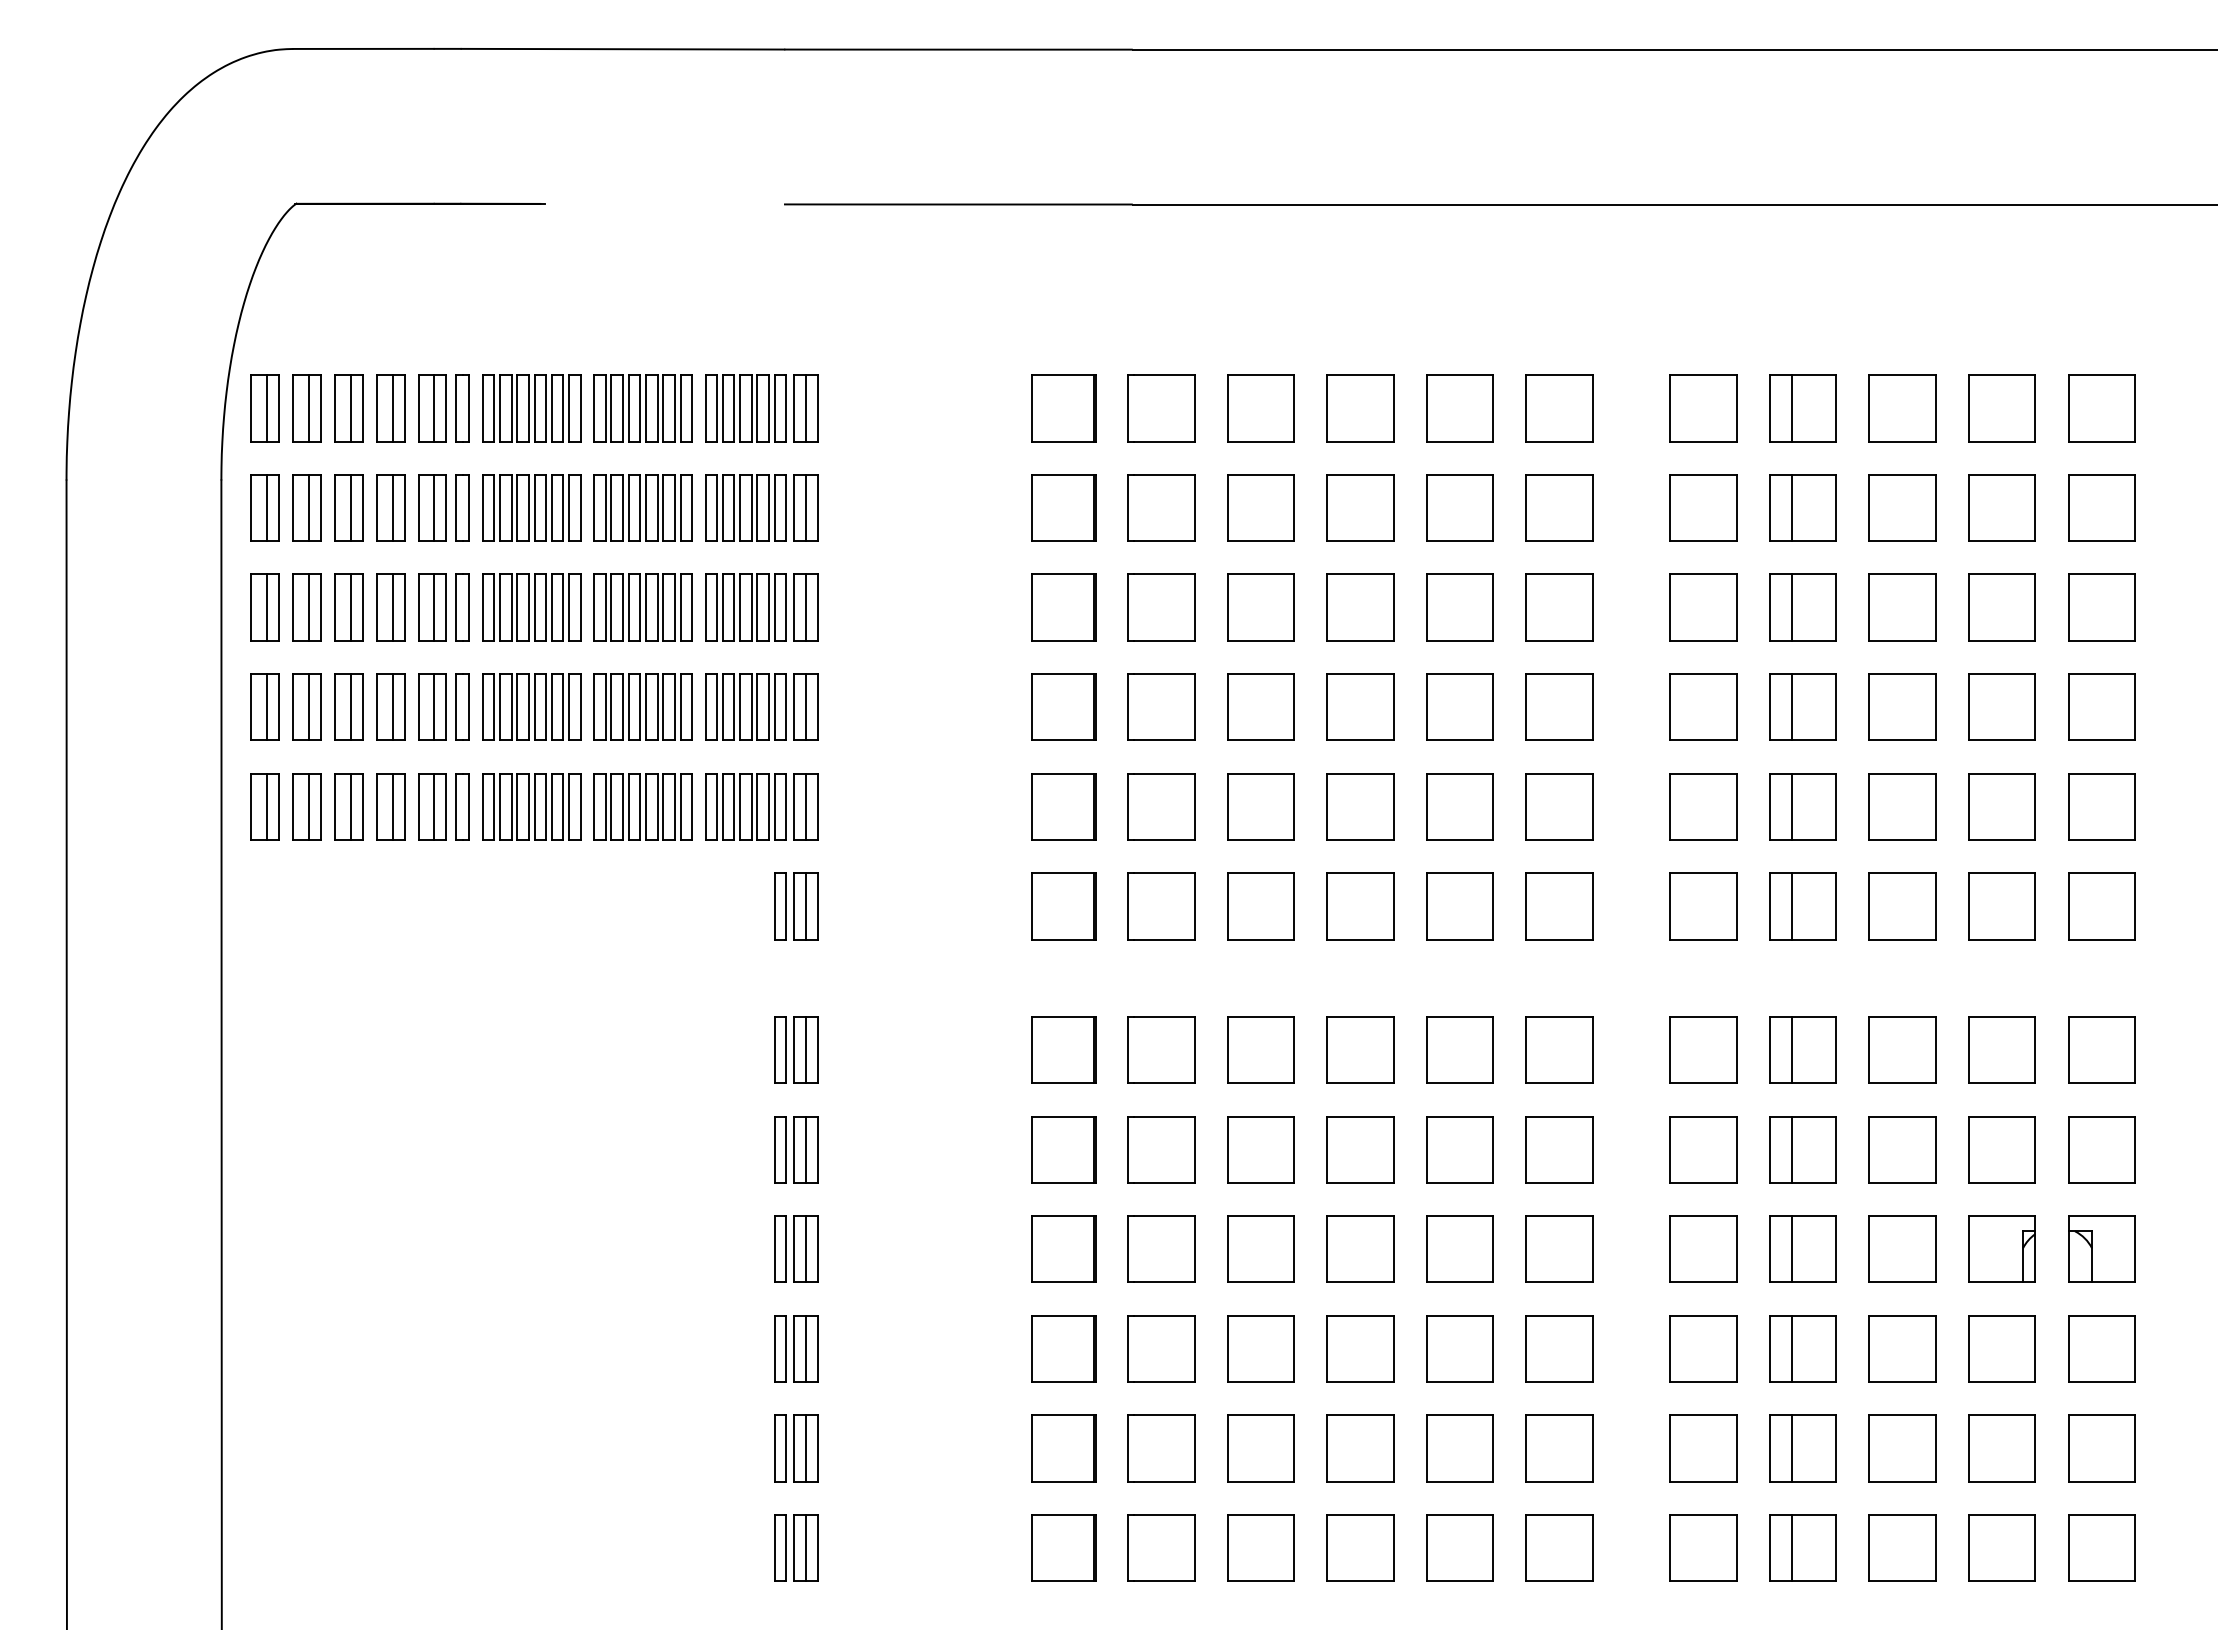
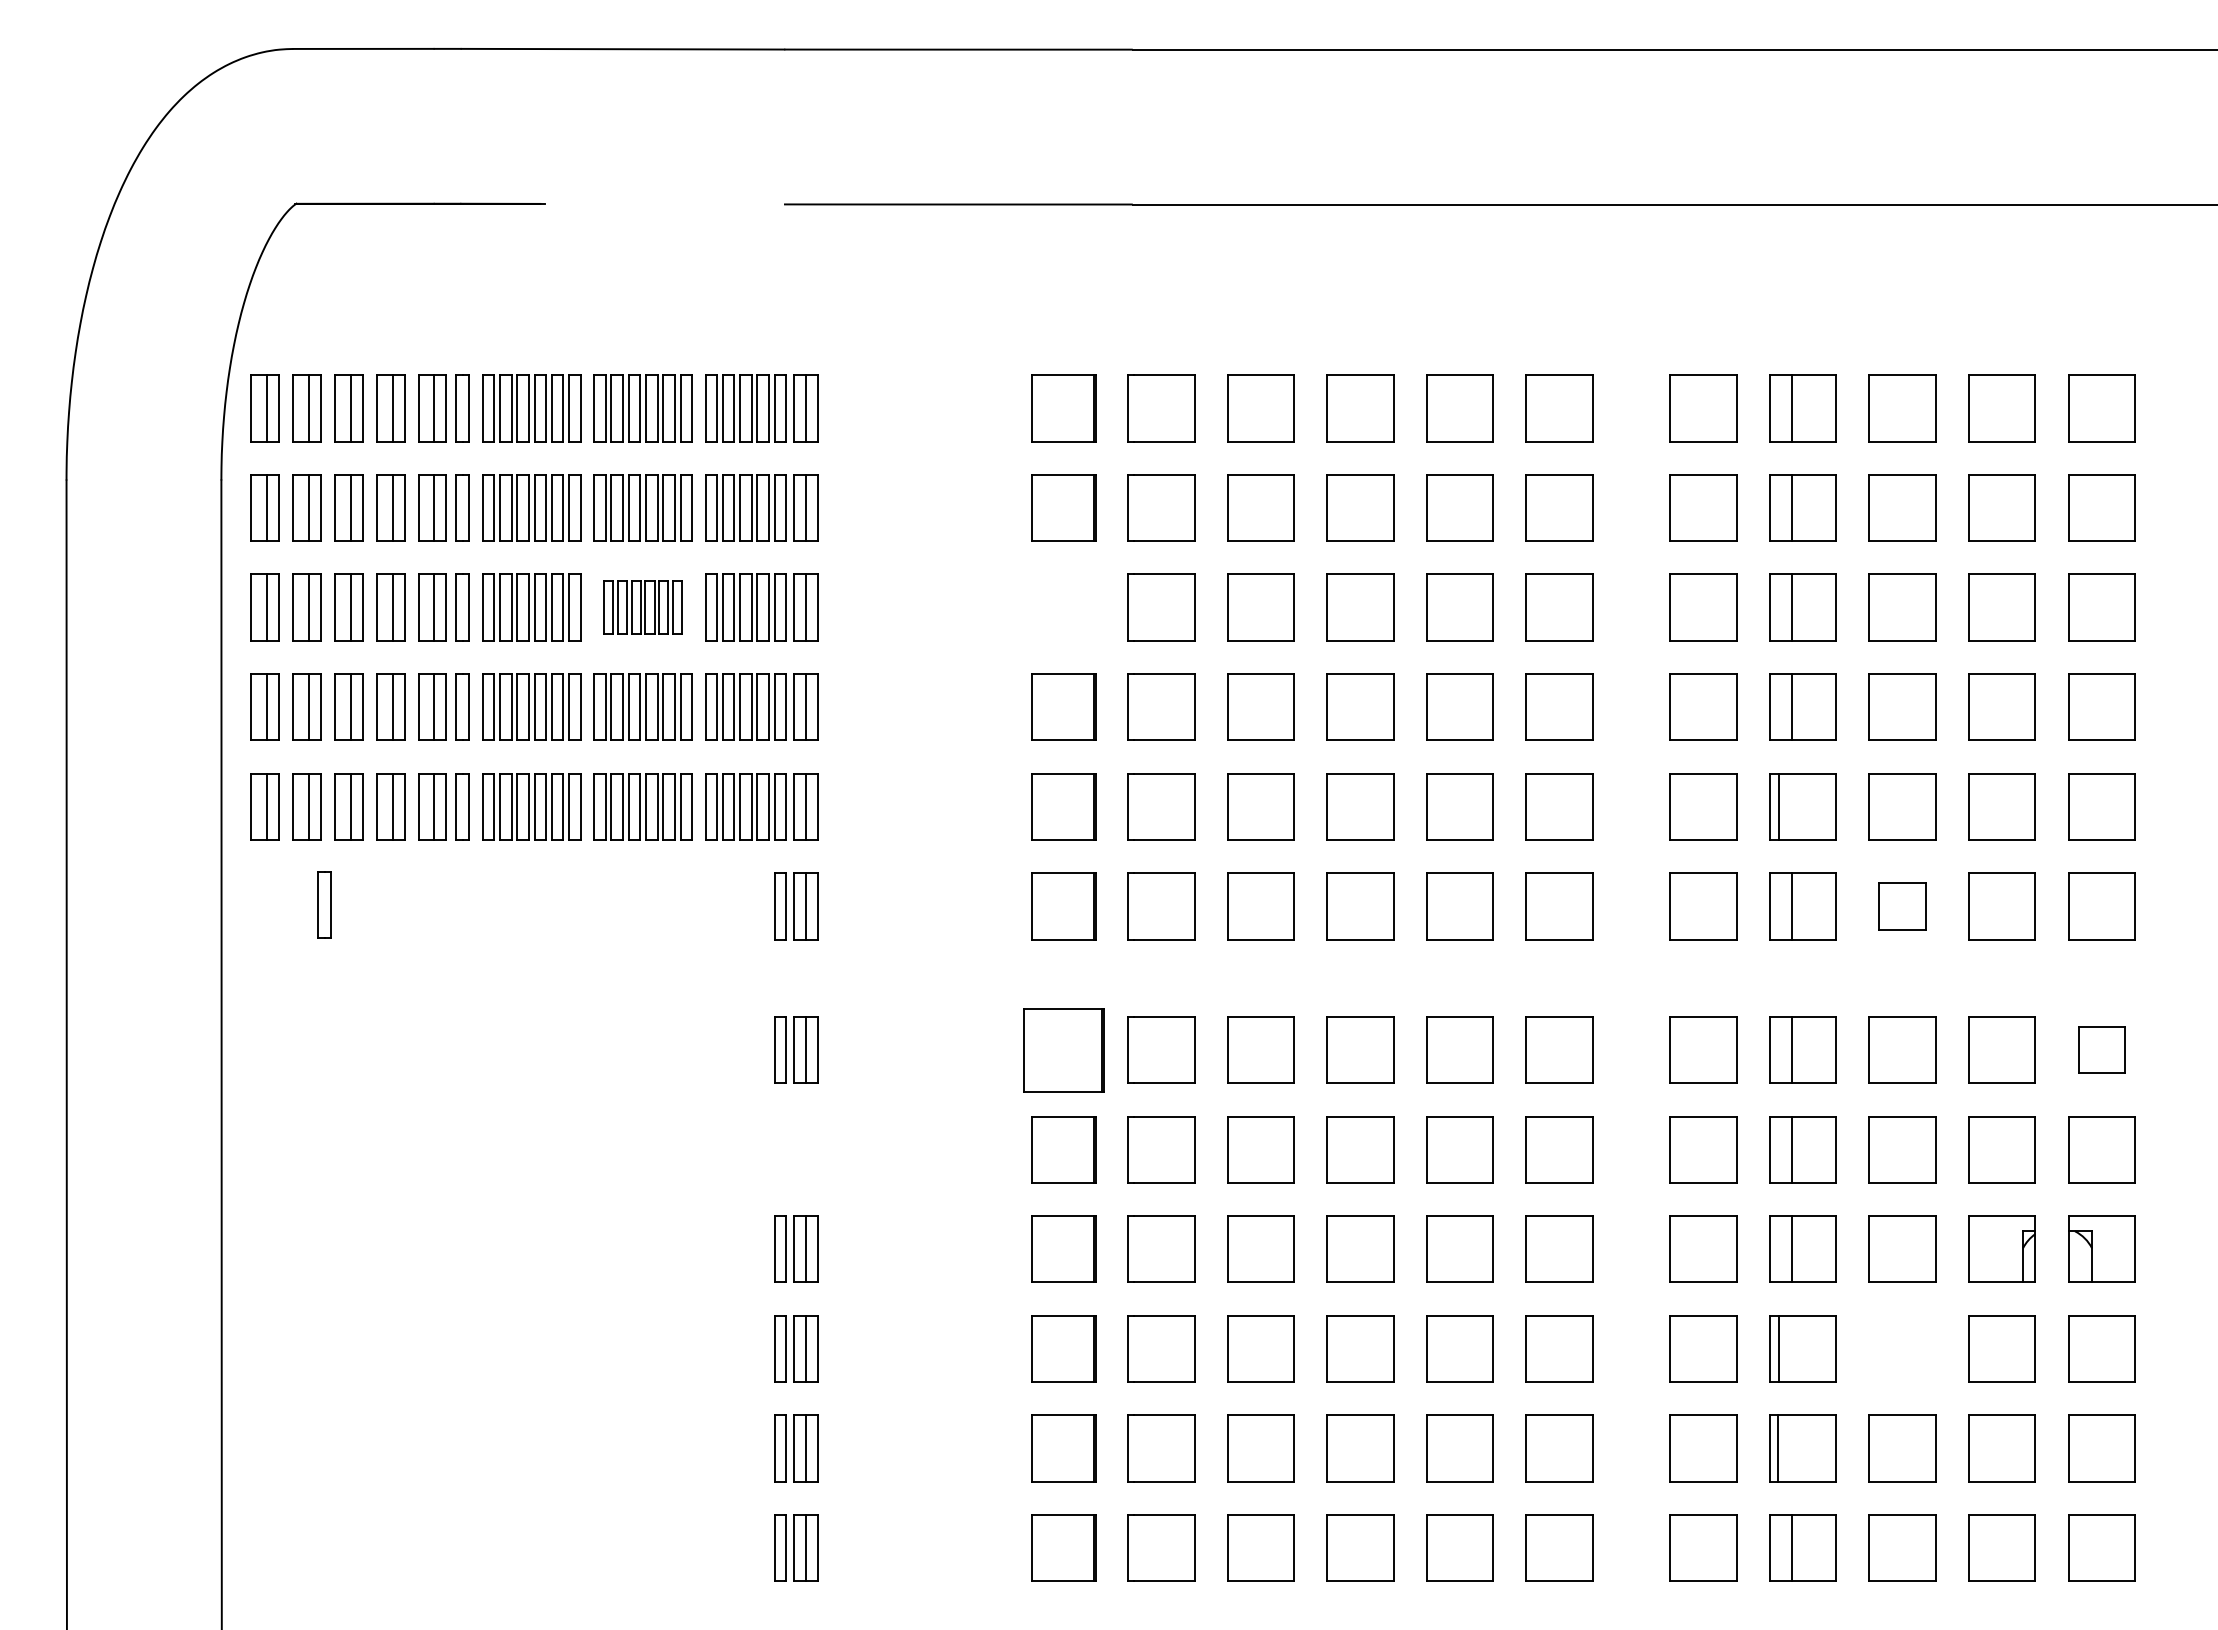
part at (642, 607) size: 100x69 px -> 80x55 px
part at (1063, 607): present -> none
line at (1792, 806) position: (1792, 806) -> (1779, 806)
part at (324, 904): none -> present
part at (1902, 906) size: 69x69 px -> 49x49 px
part at (1063, 1049) size: 66x68 px -> 82x85 px
part at (2101, 1049) size: 68x68 px -> 48x48 px
part at (796, 1149): present -> none
line at (1792, 1348) position: (1792, 1348) -> (1779, 1348)
part at (1902, 1348): present -> none
line at (1792, 1448) position: (1792, 1448) -> (1778, 1448)
